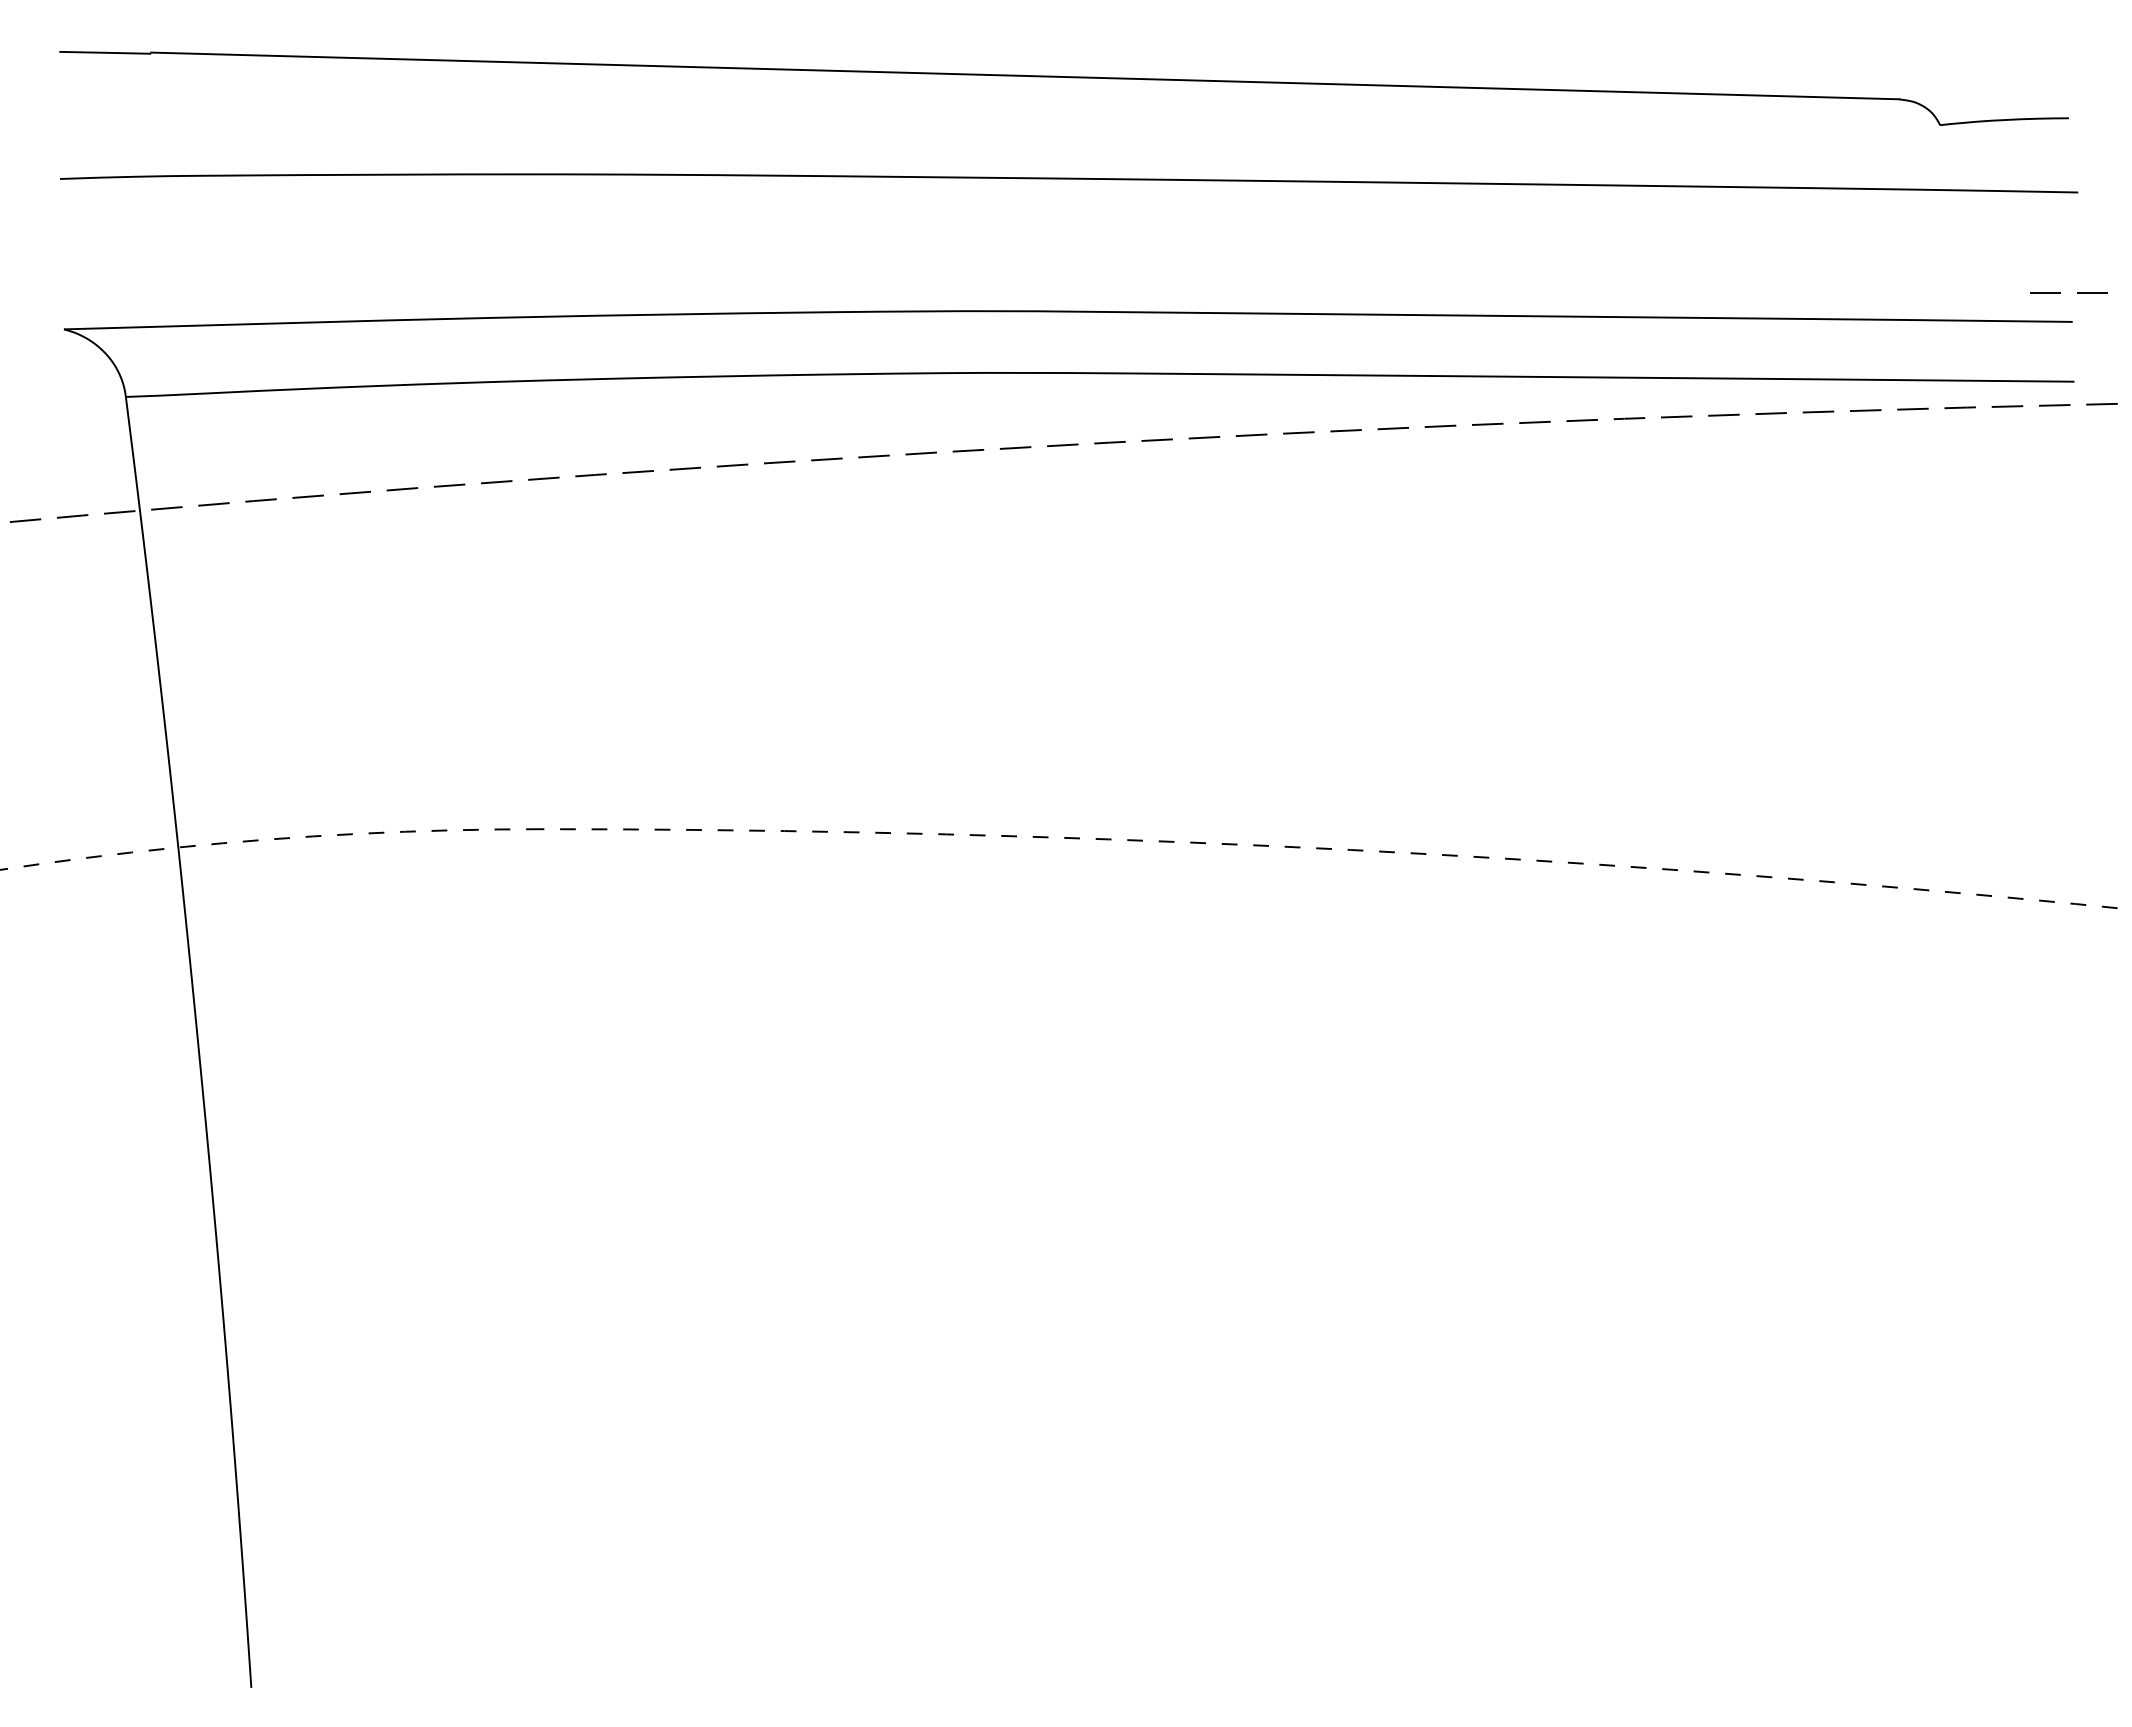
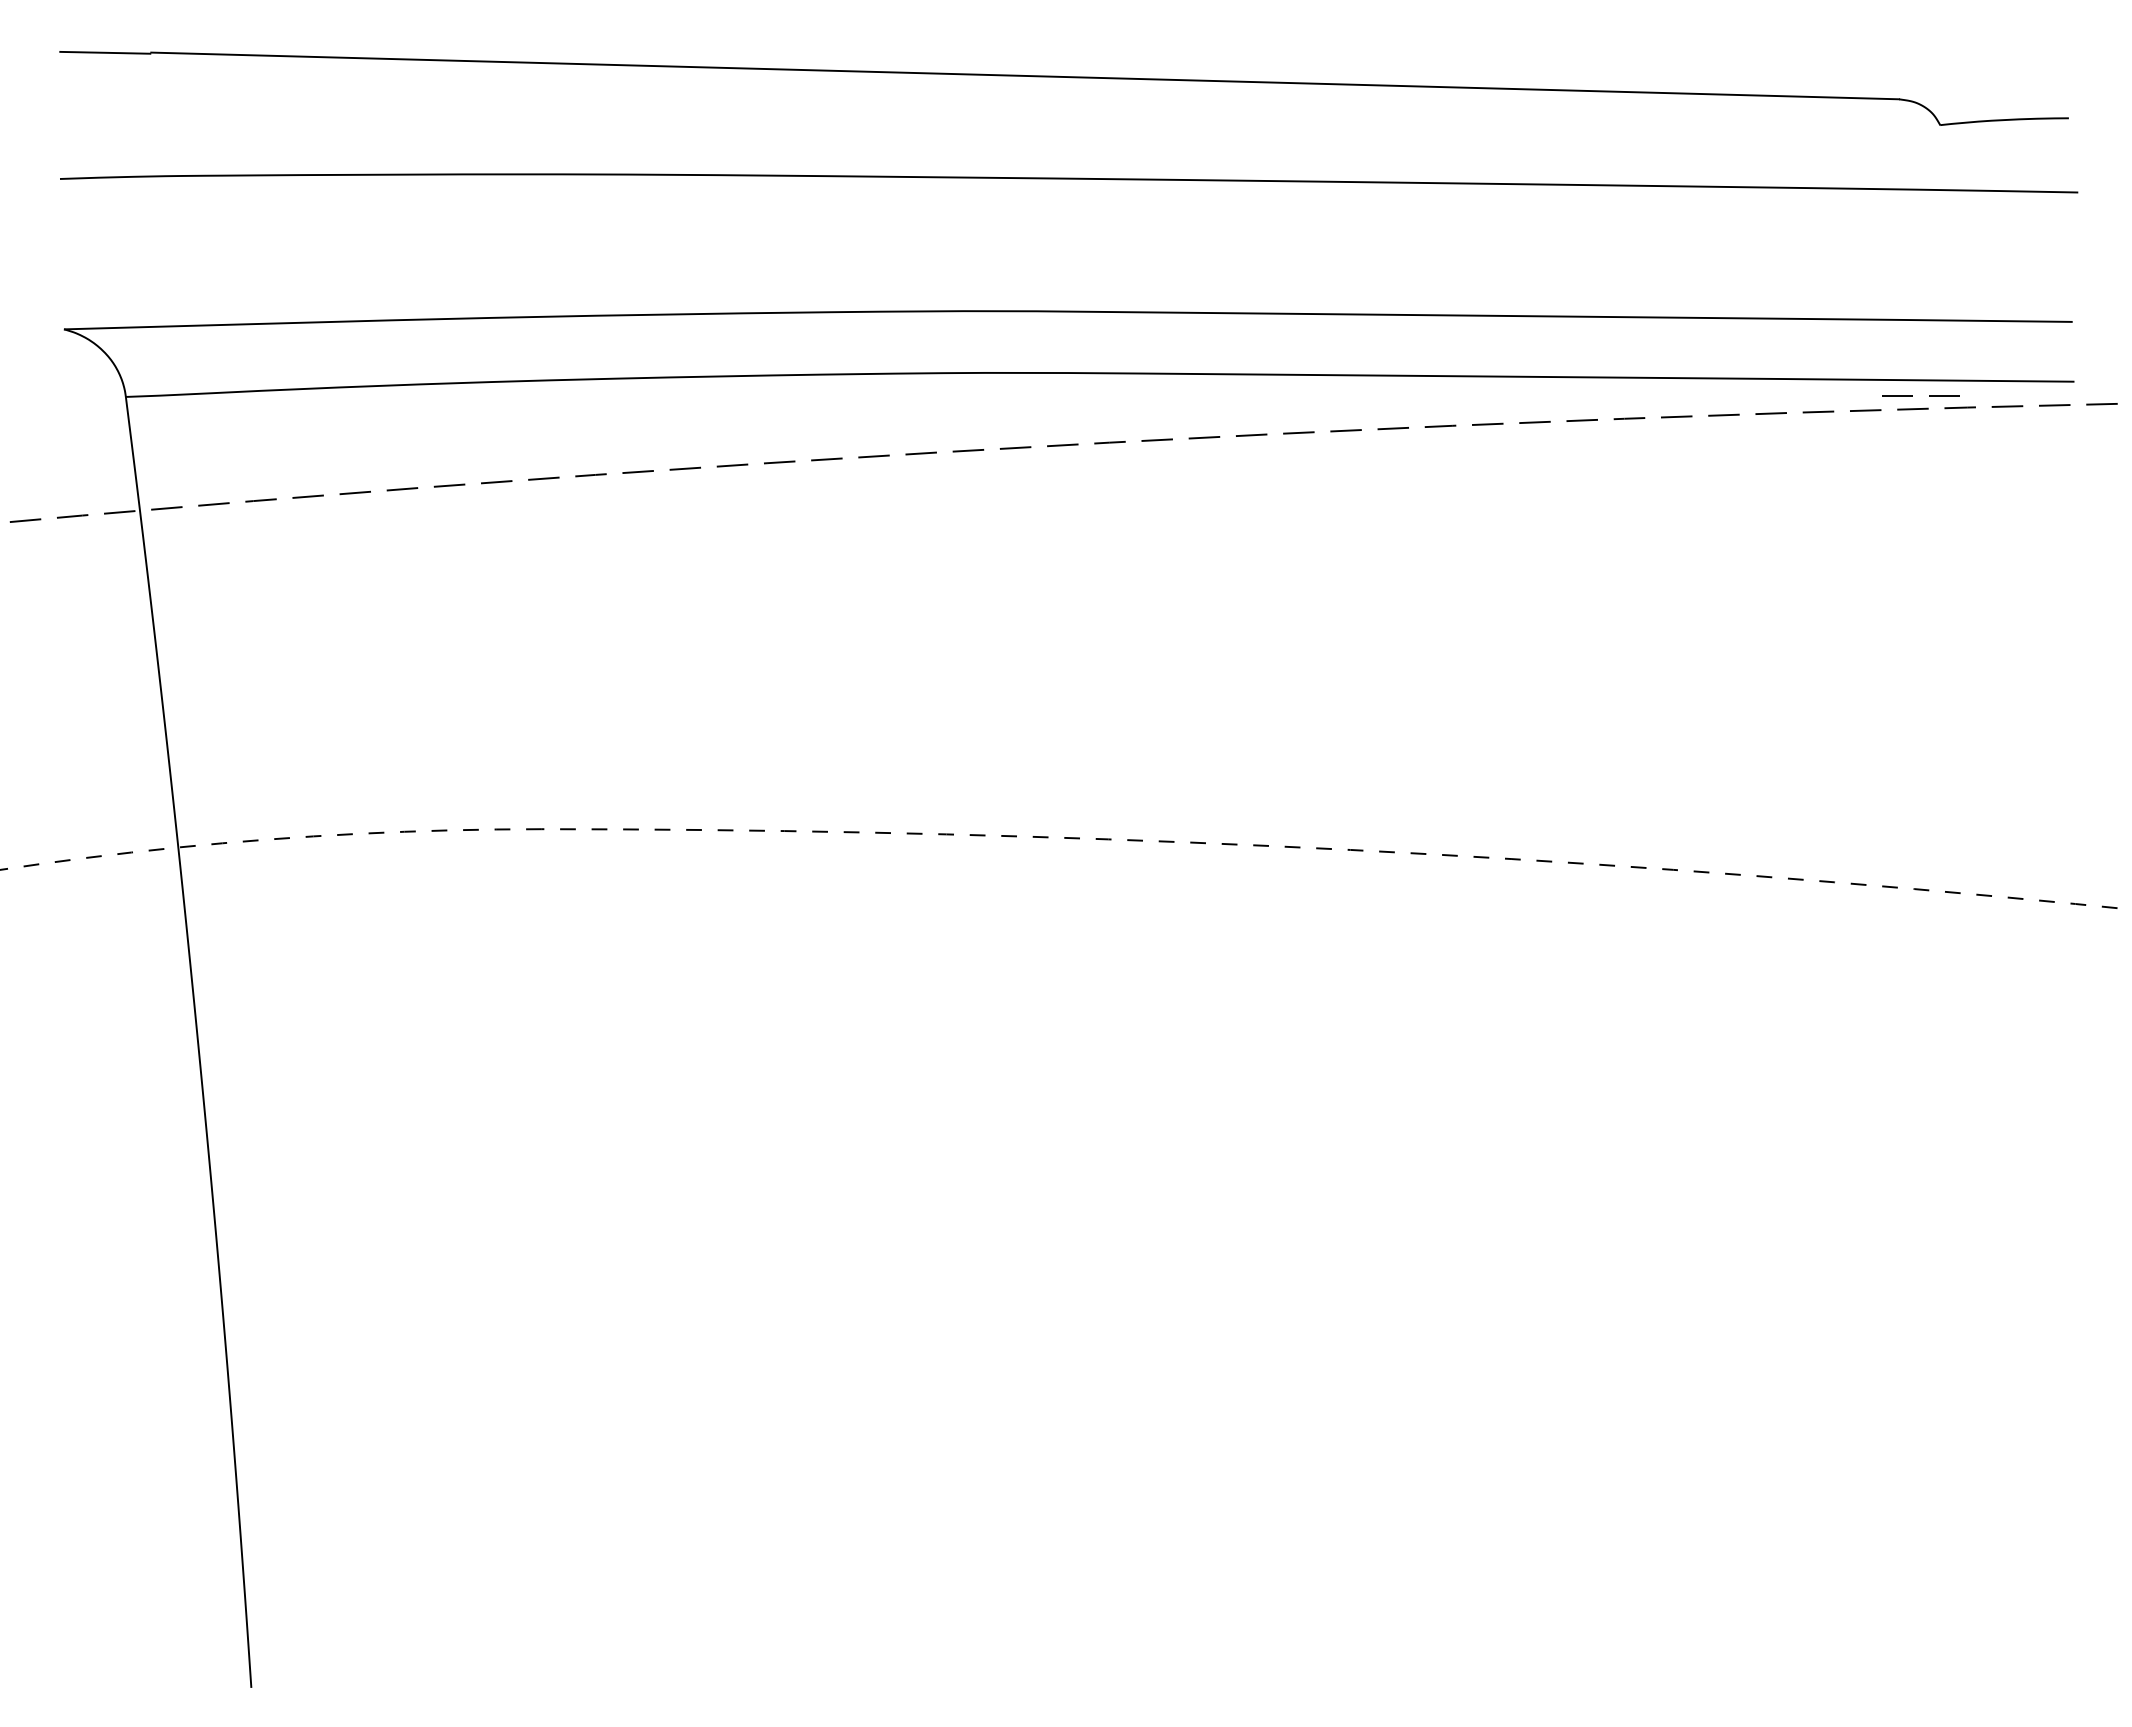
line at (2060, 292) position: (2060, 292) -> (1912, 395)
